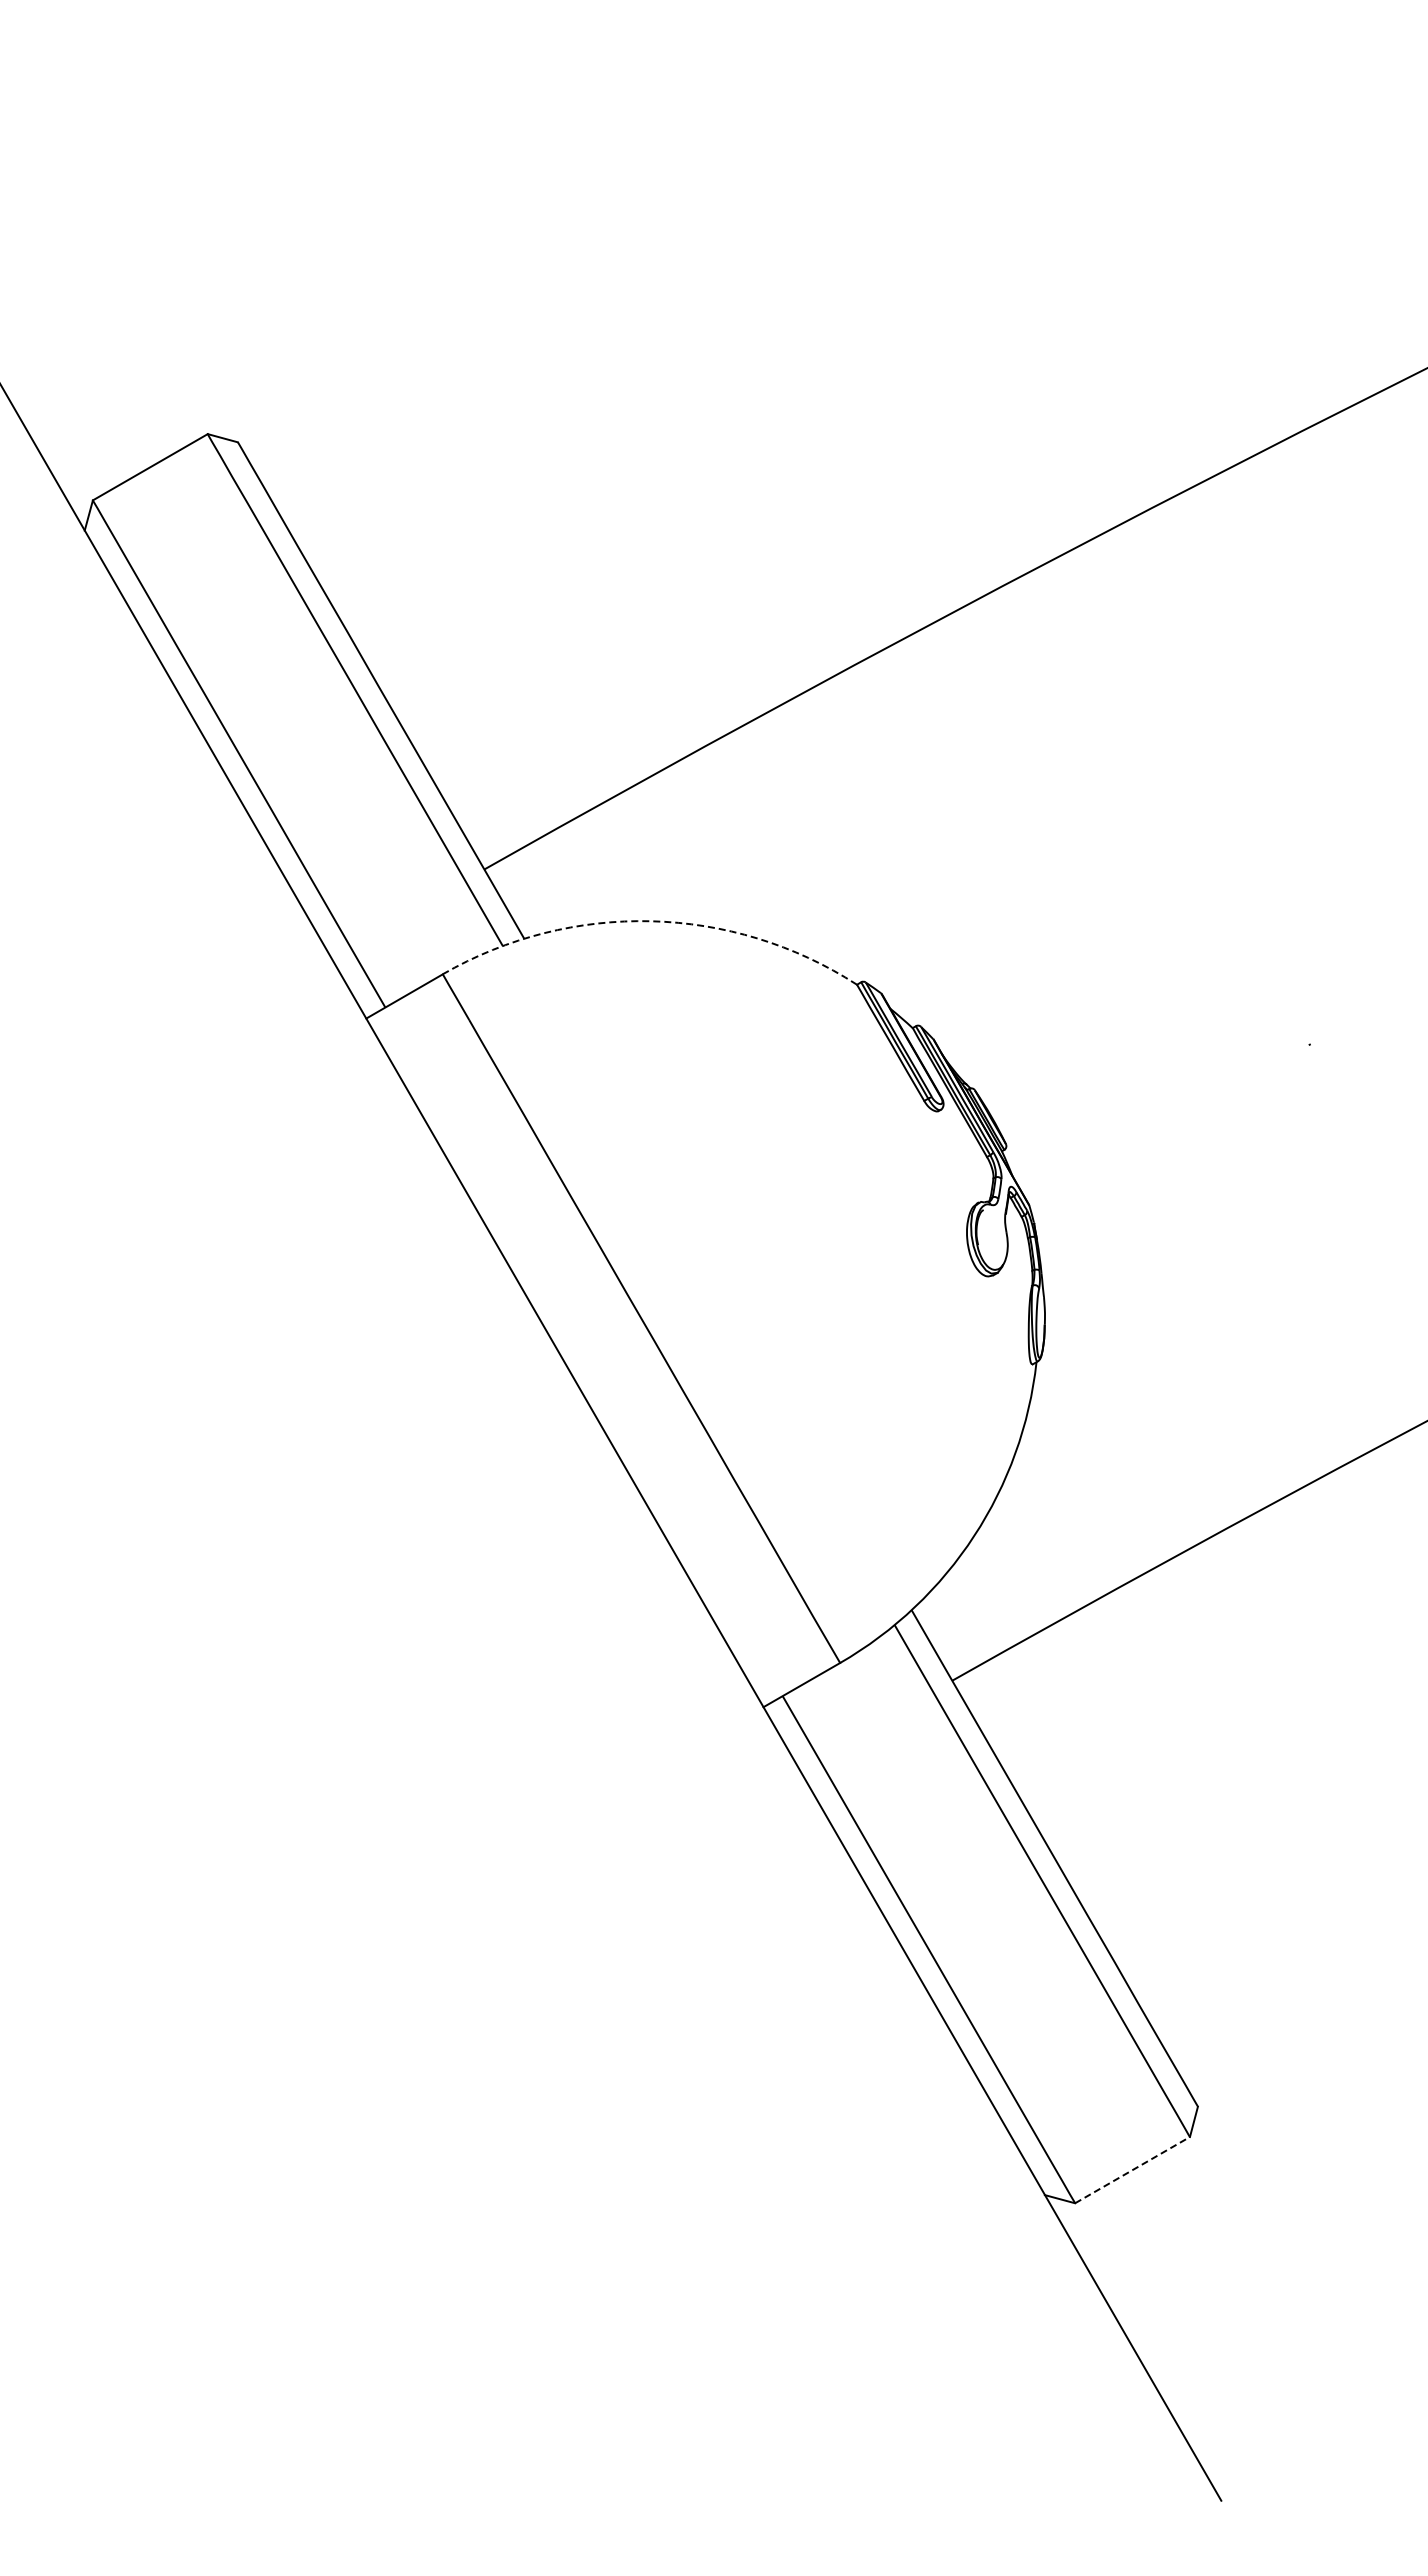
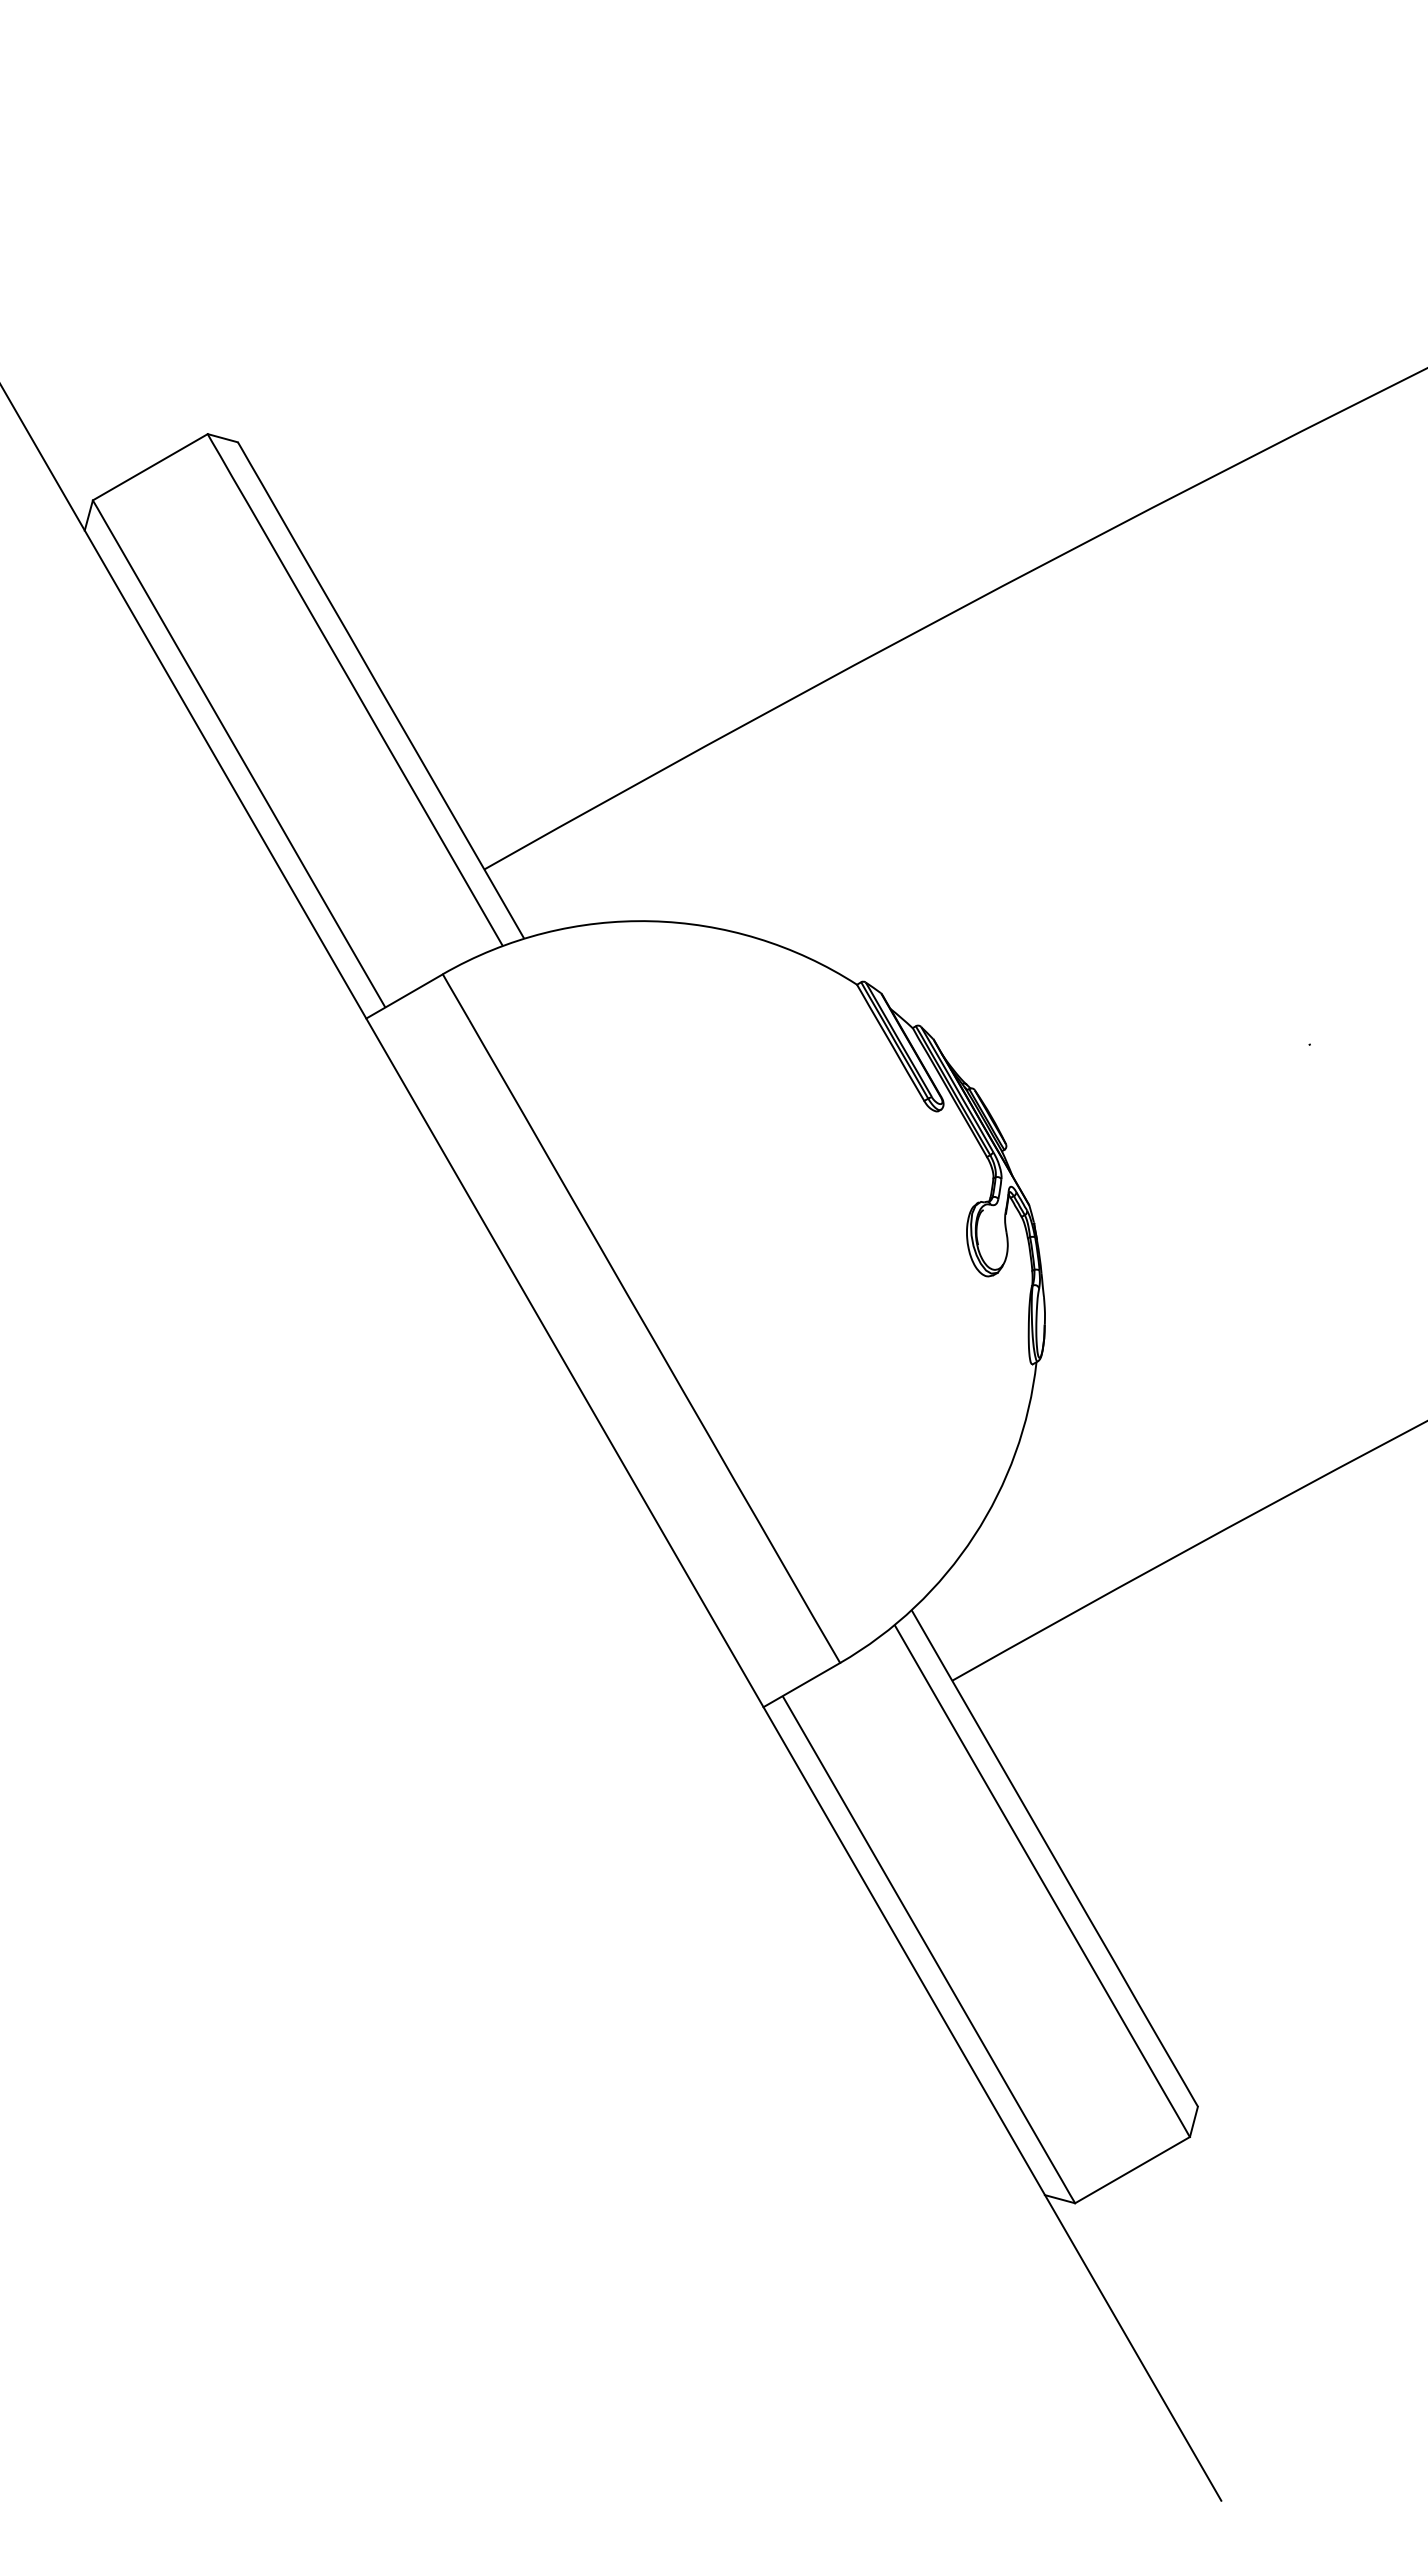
arc at (651, 921): dashed -> solid
line at (1132, 2169): dashed -> solid
